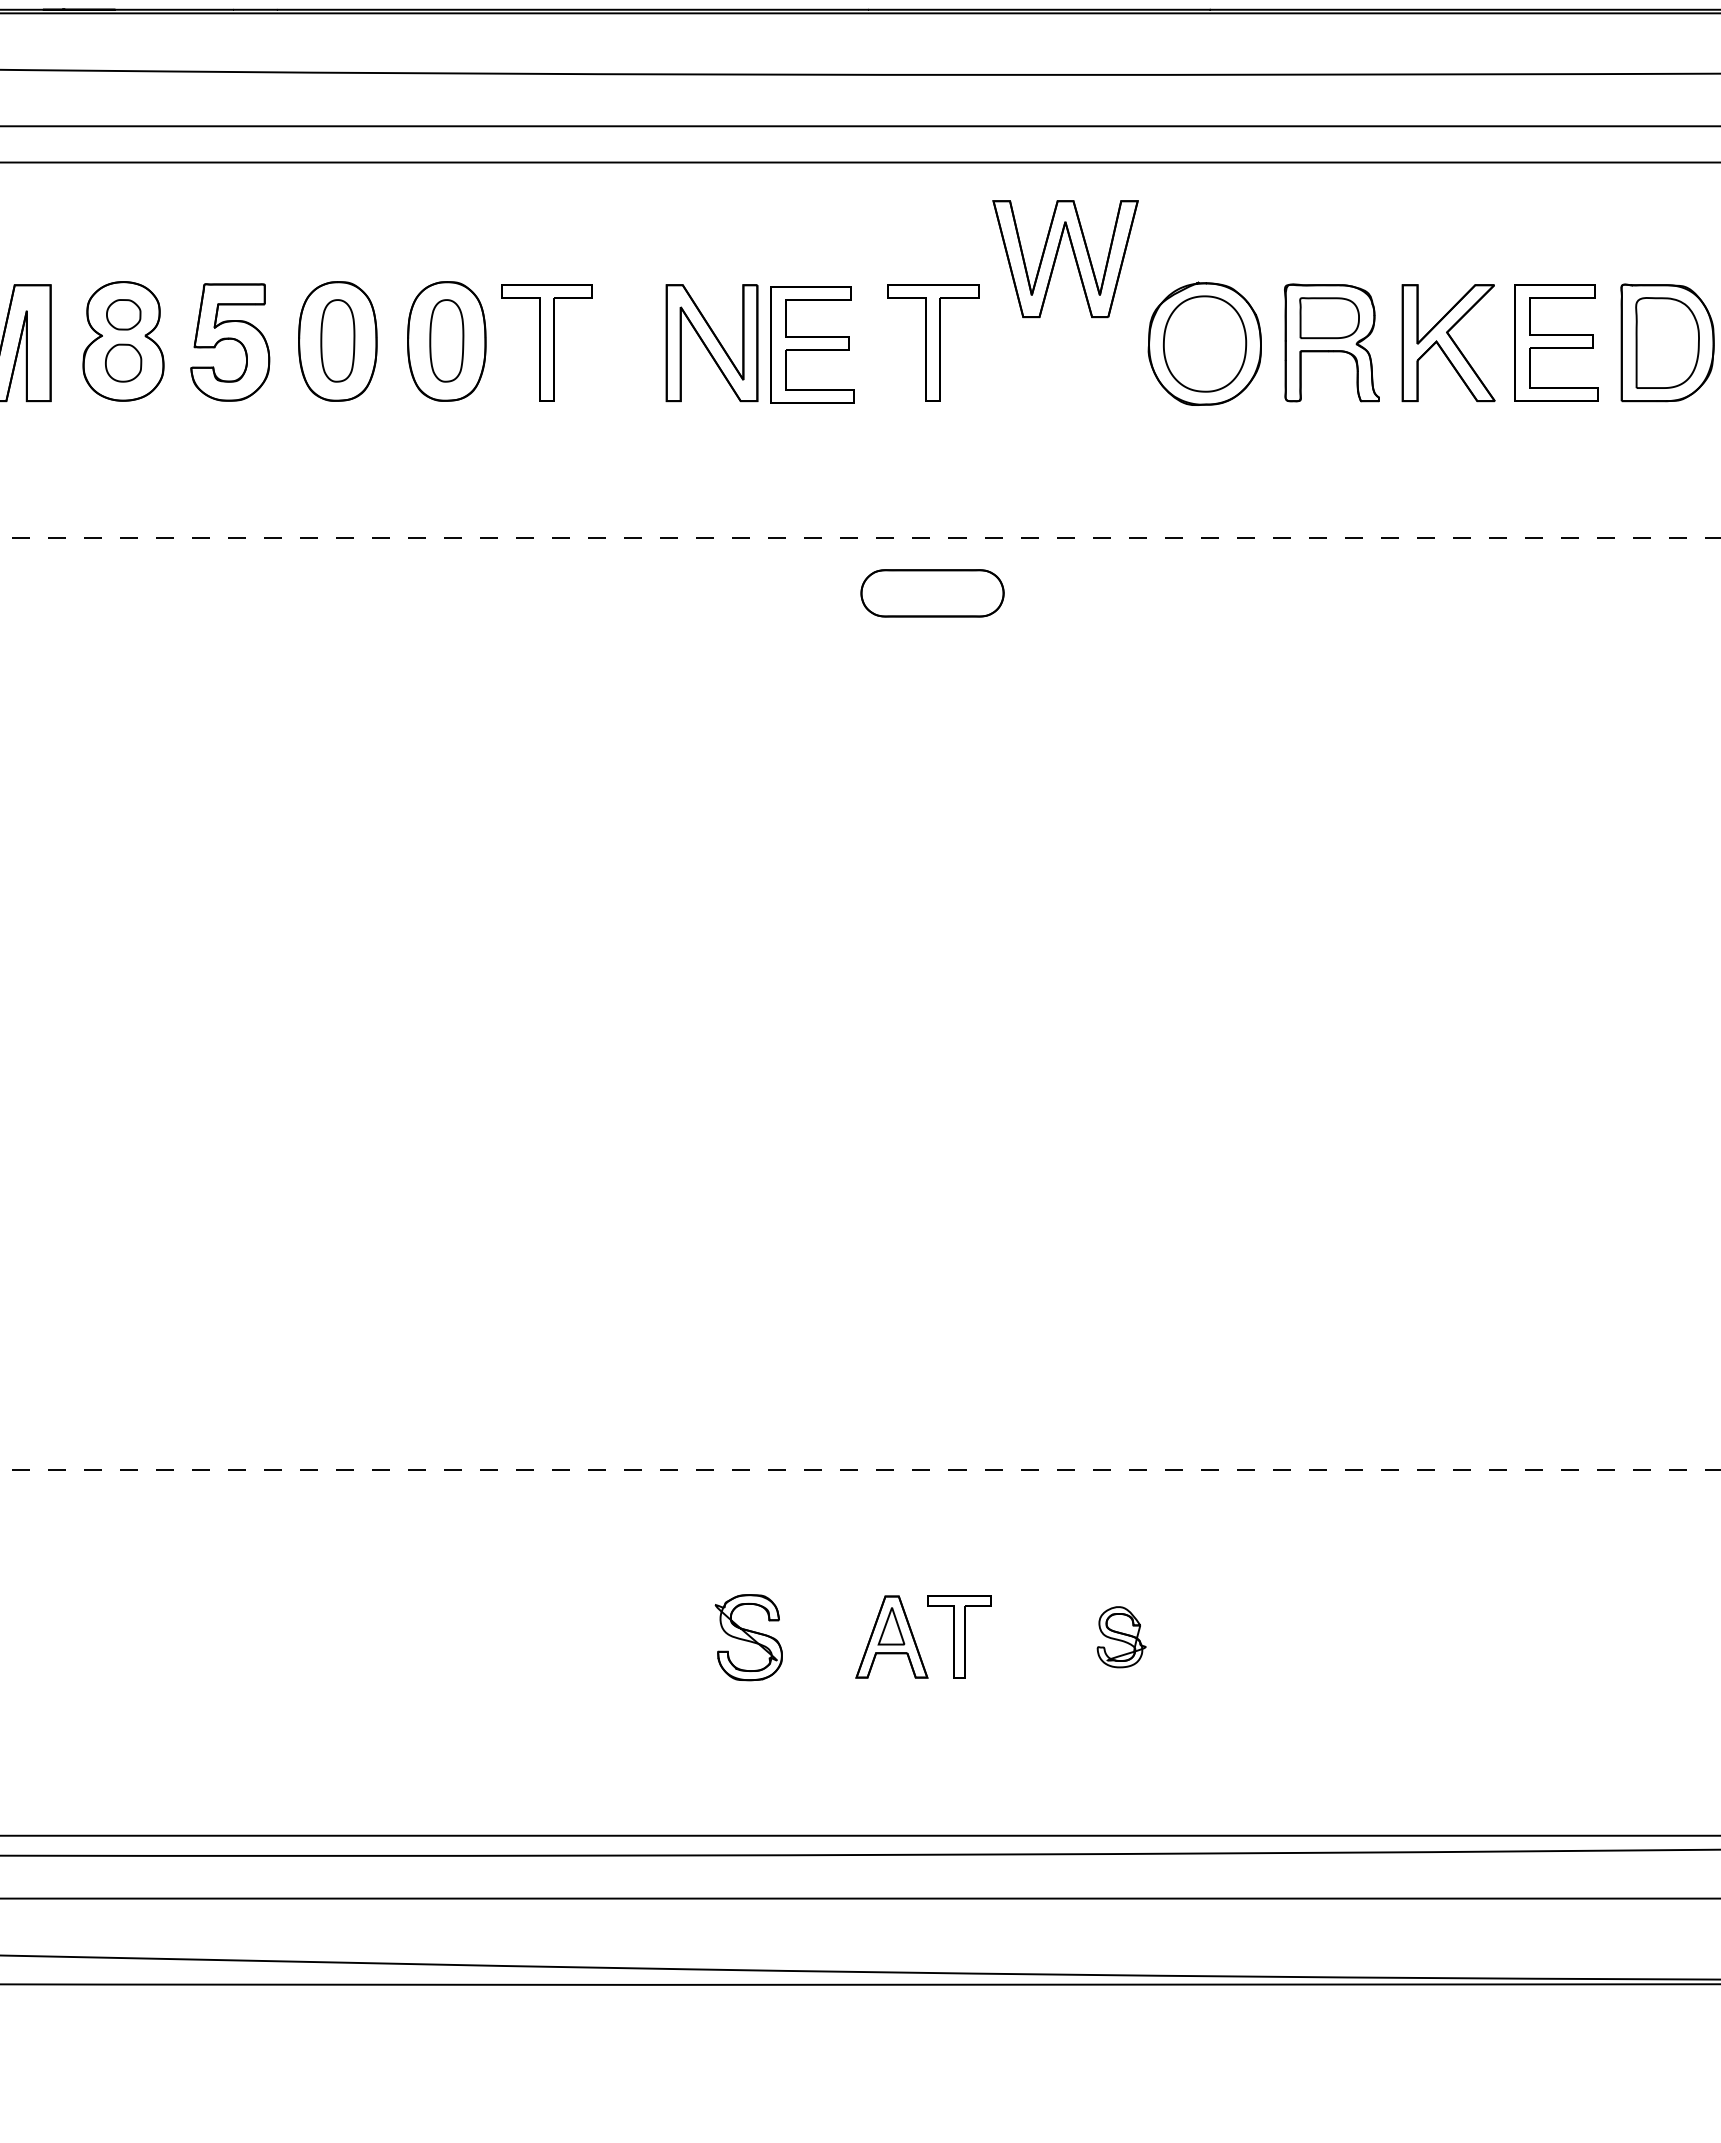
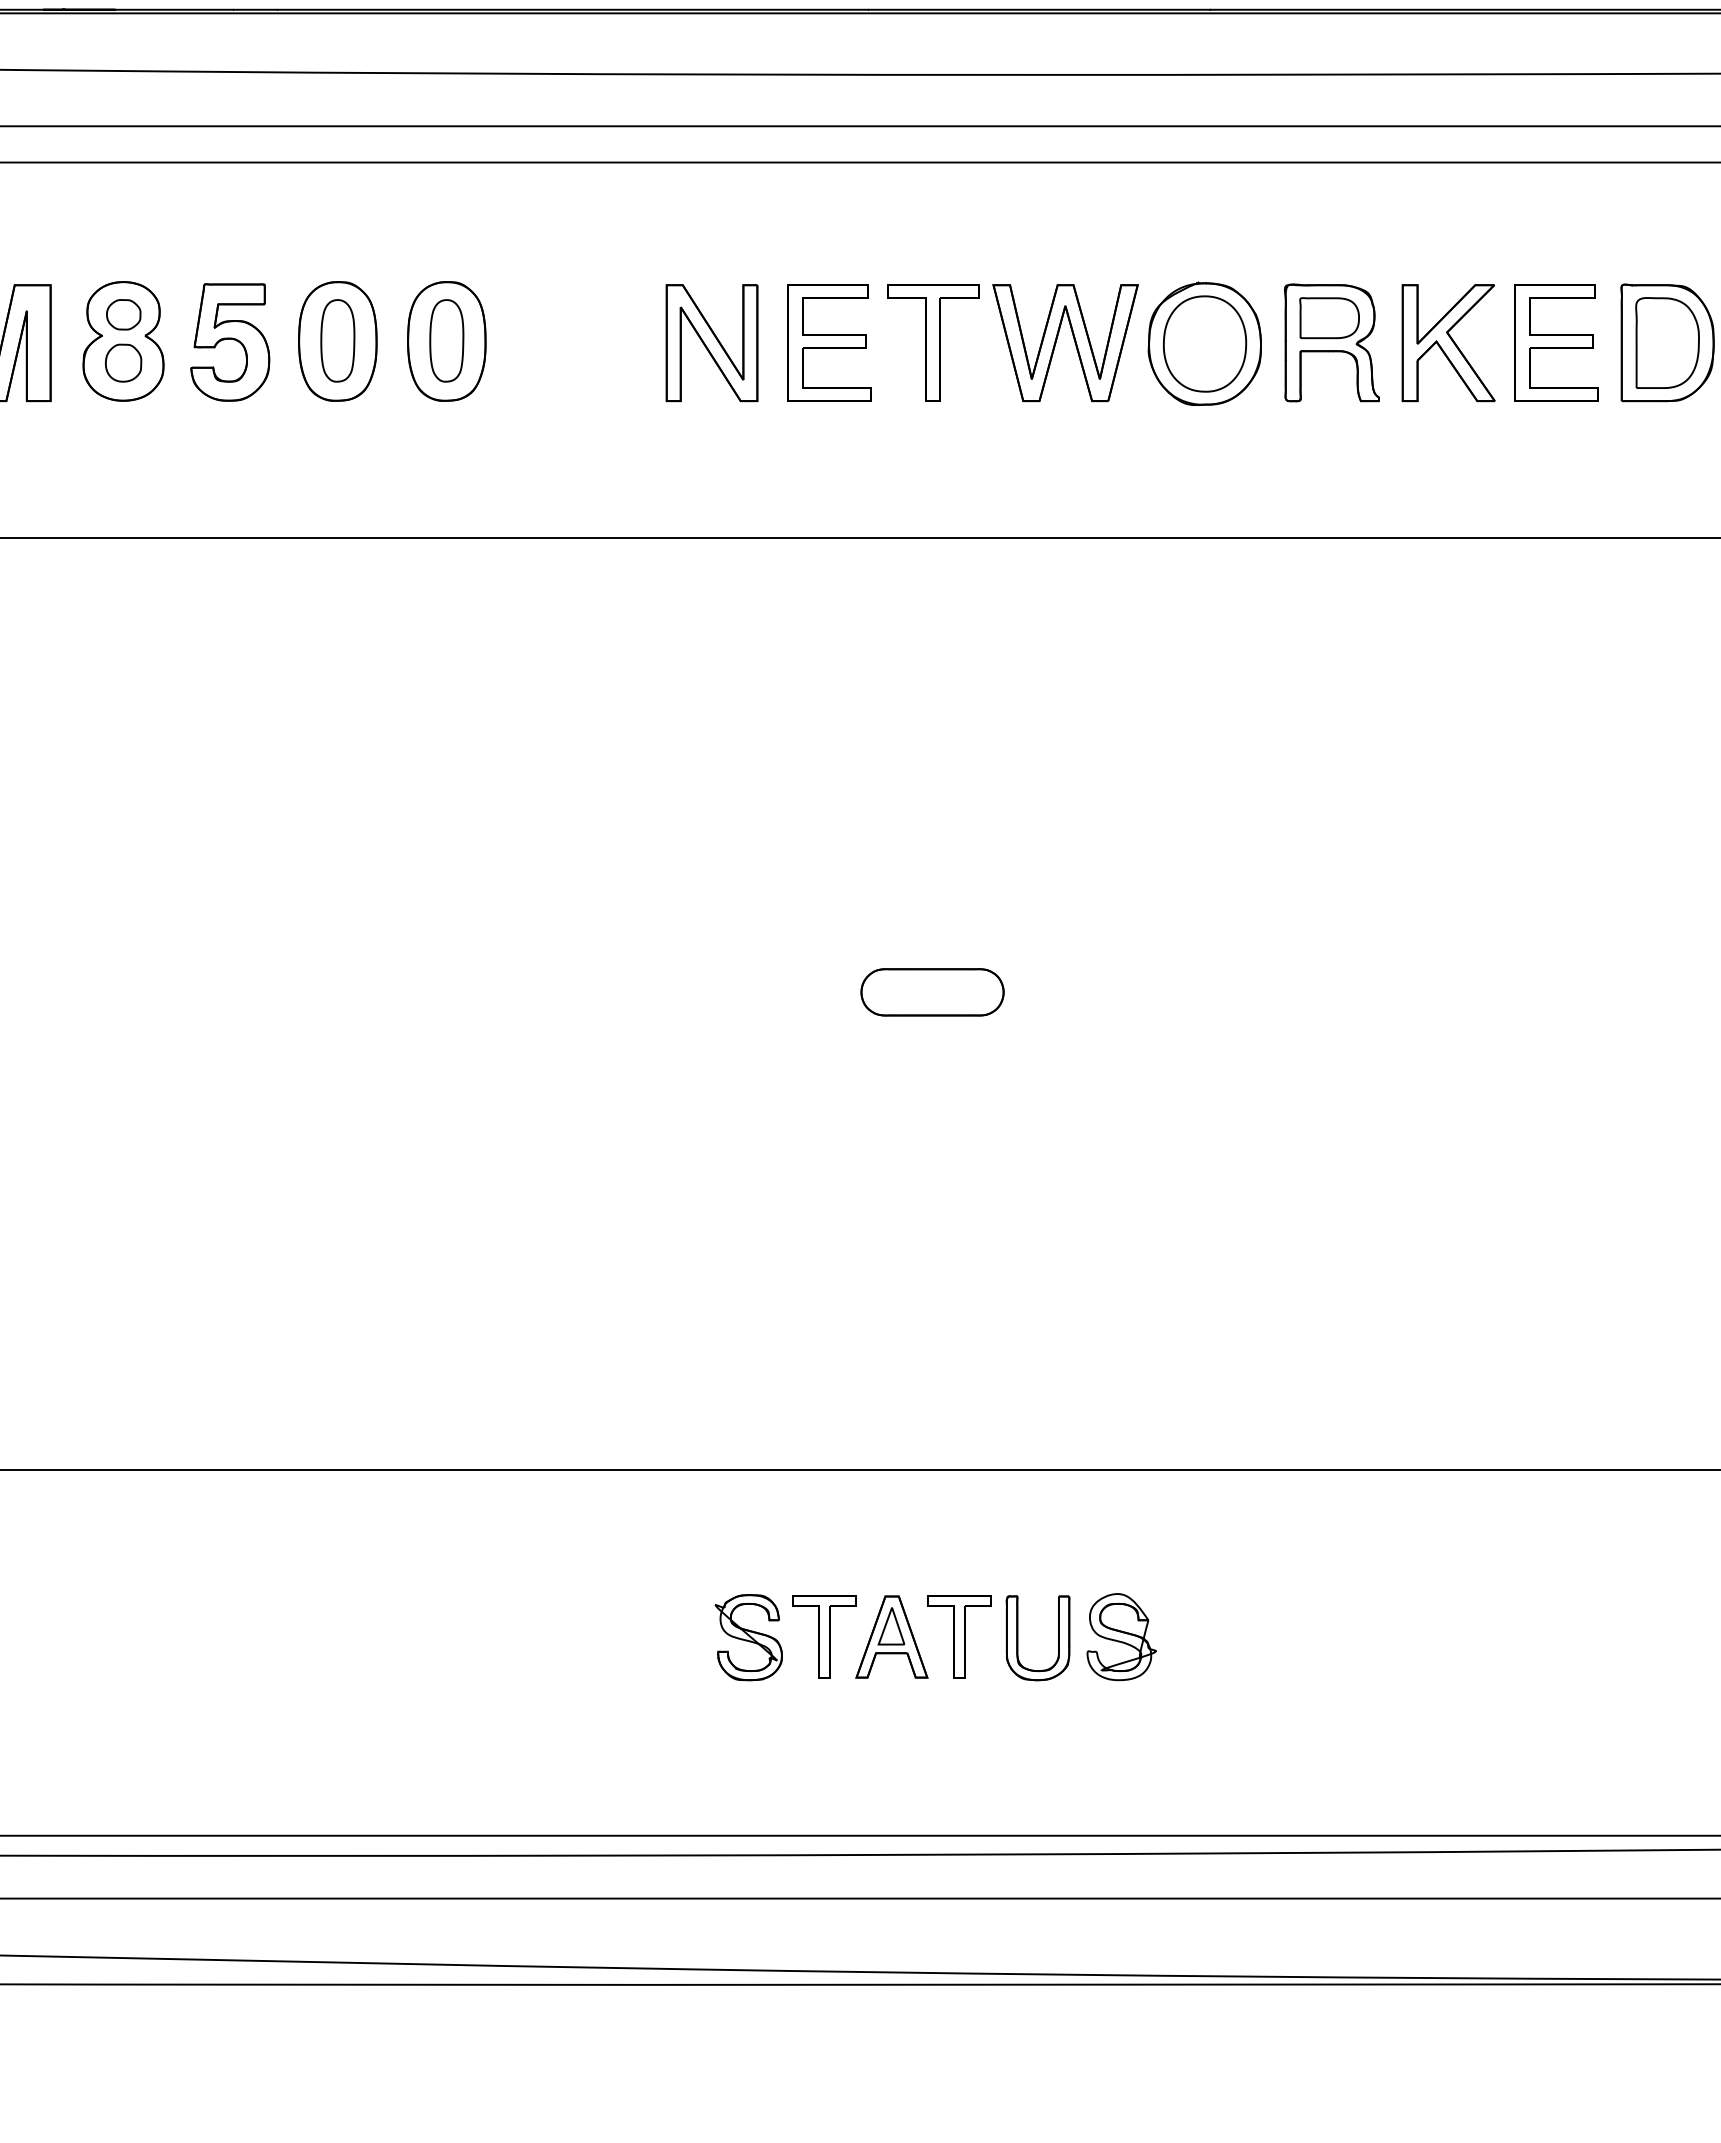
part at (1057, 255) position: (1057, 255) -> (1057, 339)
part at (547, 342): present -> none
part at (812, 344) position: (812, 344) -> (829, 342)
line at (860, 538): dashed -> solid
part at (932, 593) position: (932, 593) -> (932, 992)
line at (860, 1470): dashed -> solid
part at (824, 1636): none -> present
part at (1121, 1637) size: 51x63 px -> 71x89 px
part at (1018, 1638): none -> present
